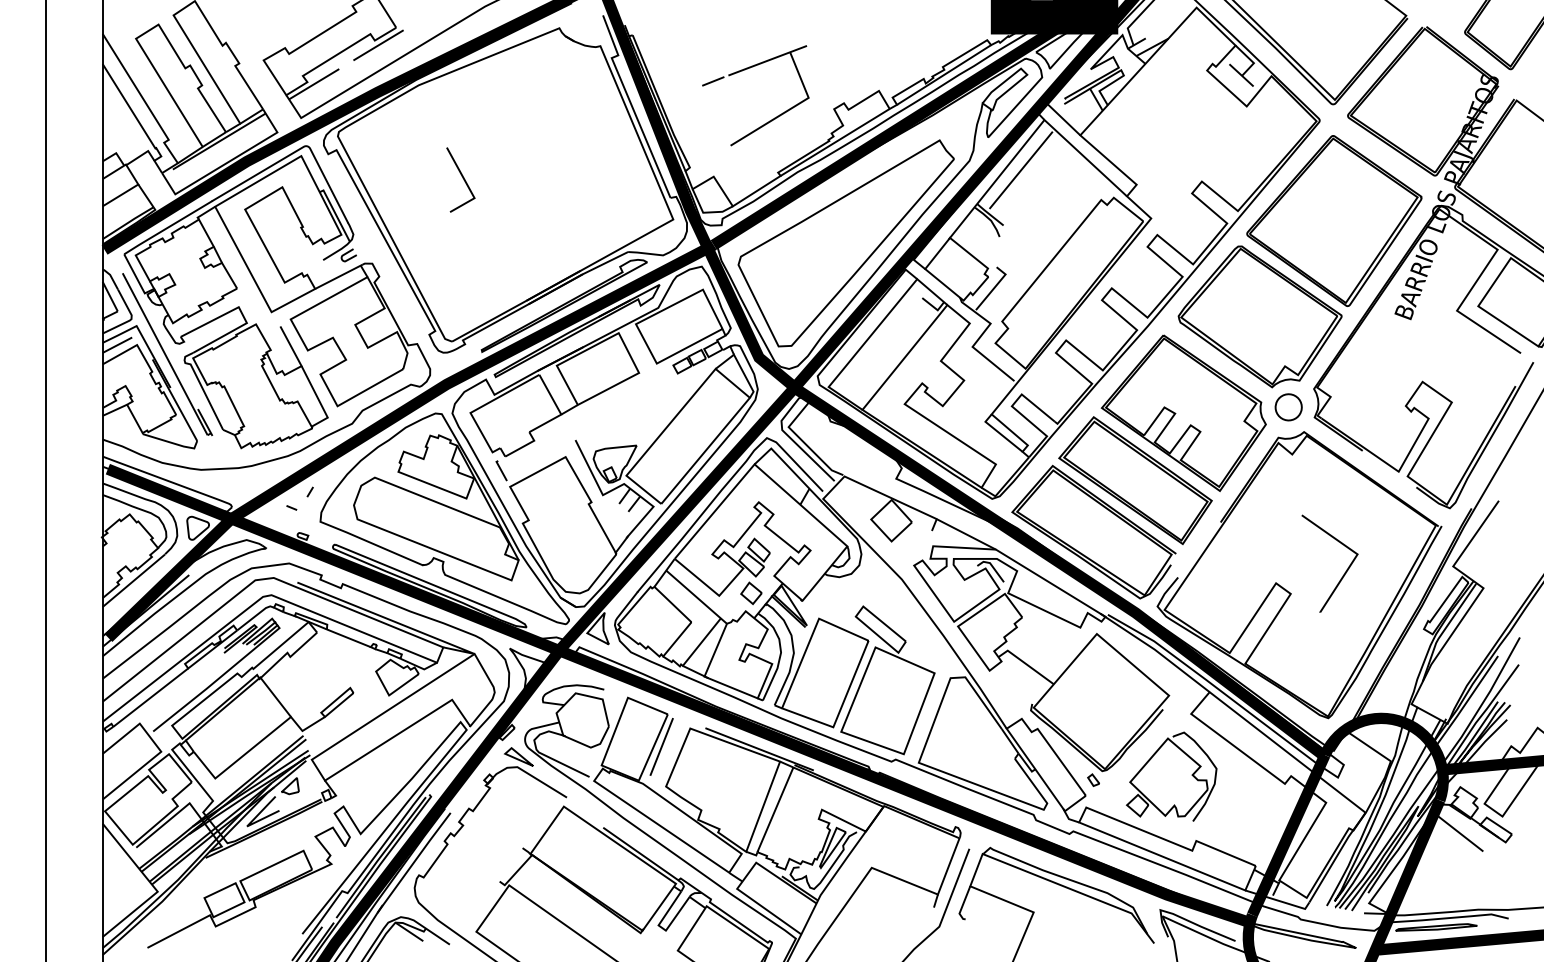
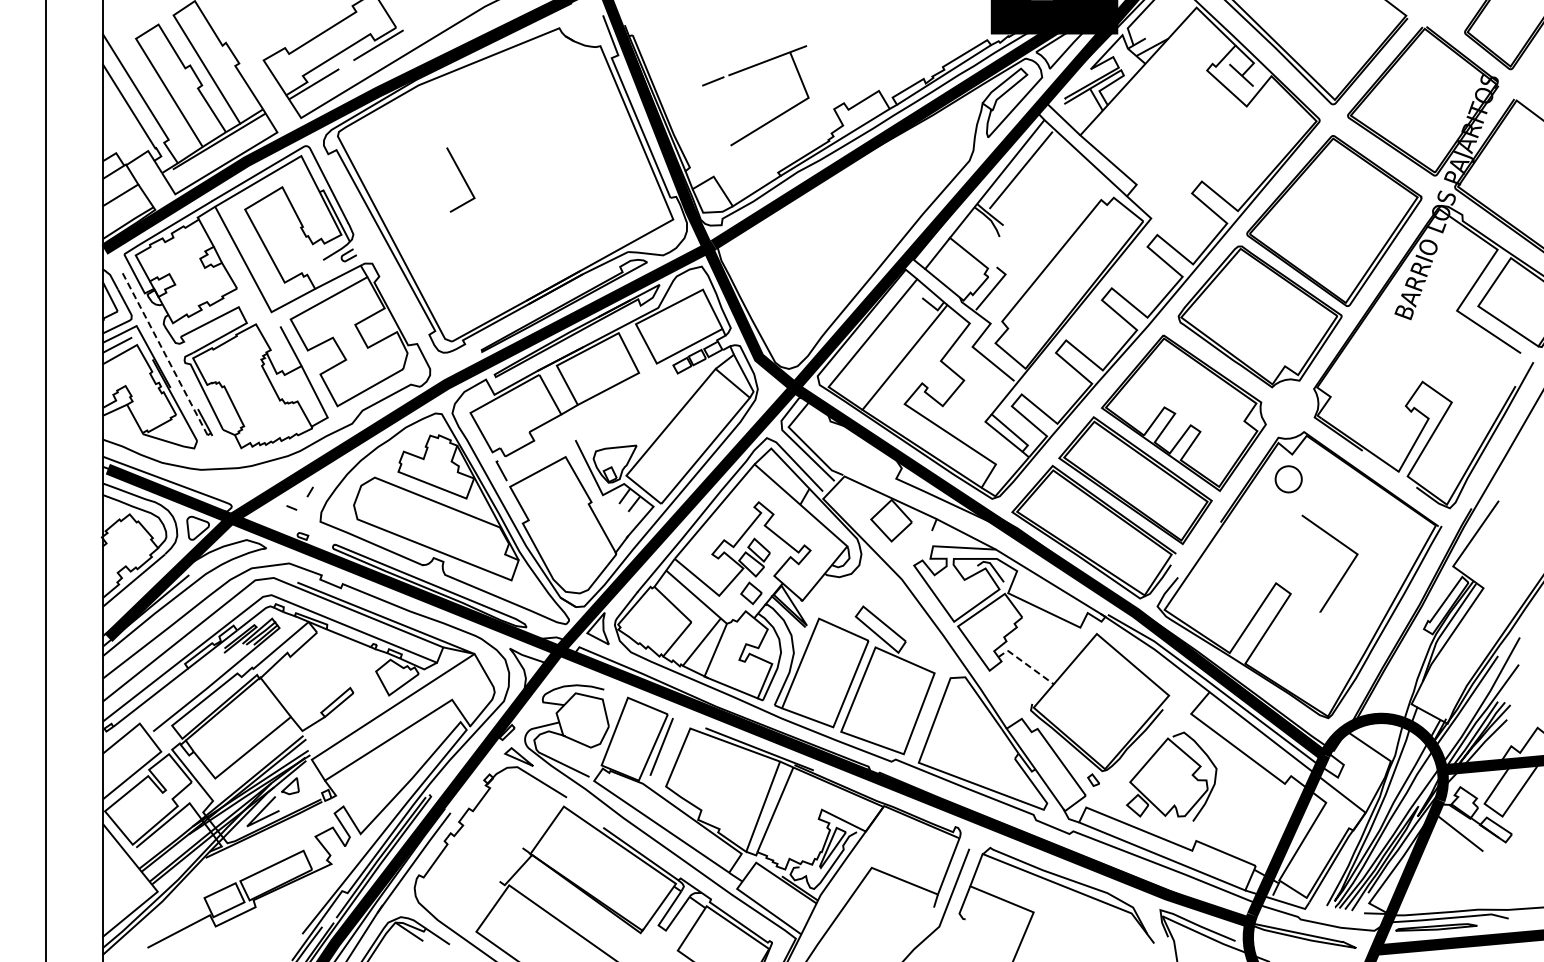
part at (845, 243): present -> none
line at (164, 353): solid -> dashed
part at (1288, 407) position: (1288, 407) -> (1288, 479)
line at (1026, 664): solid -> dashed
